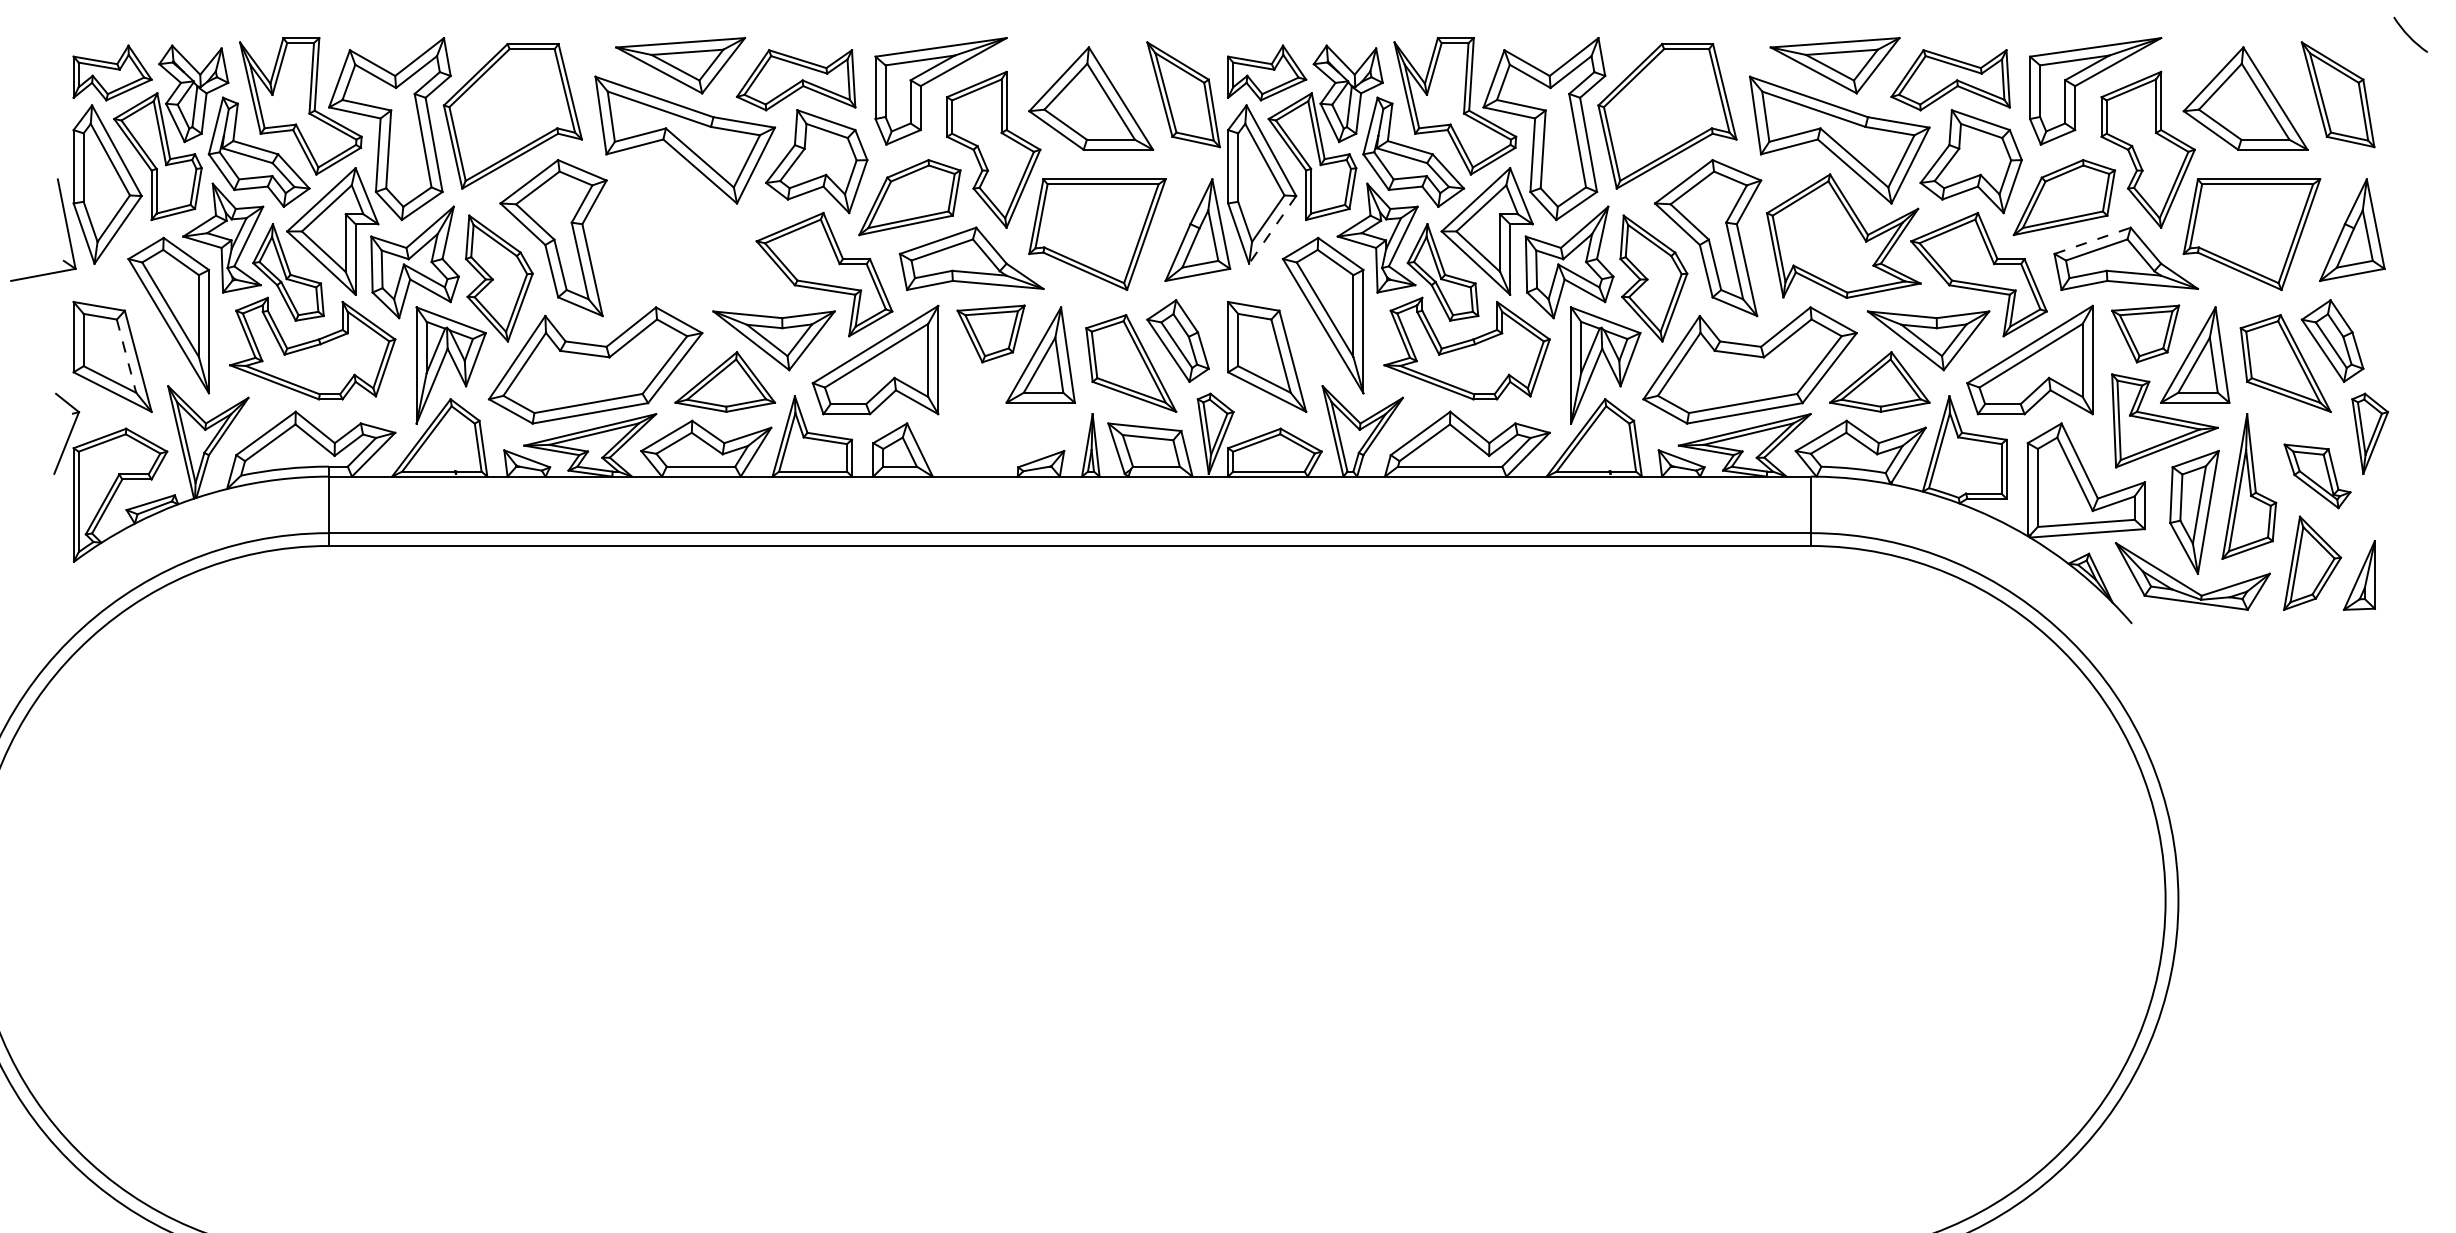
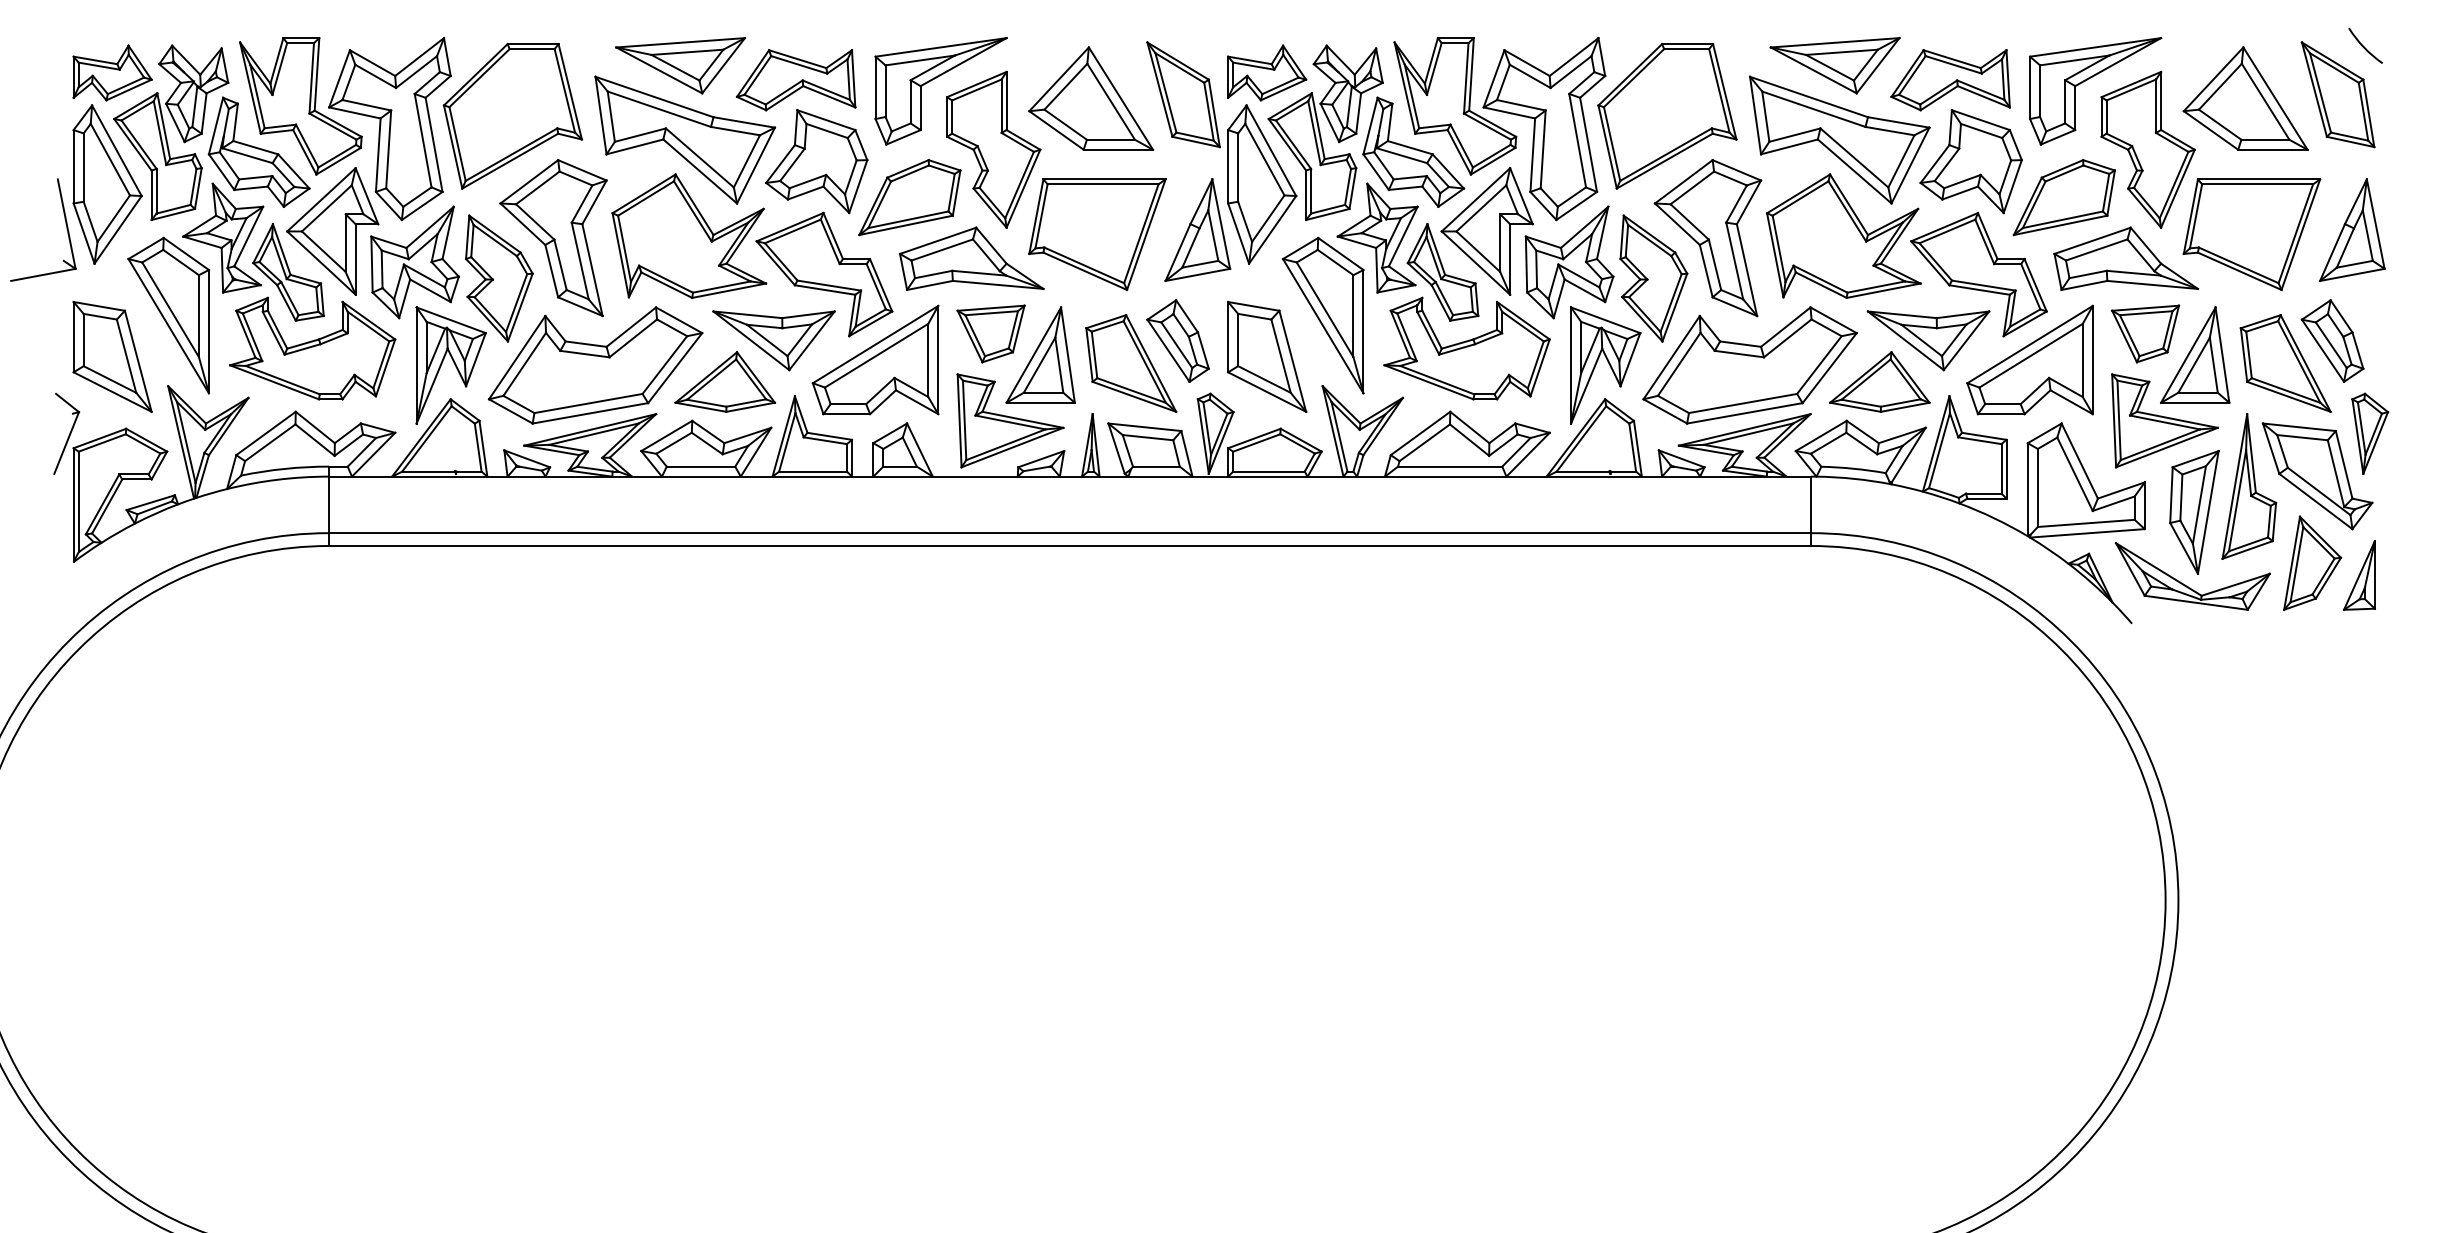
arc at (2409, 35) position: (2409, 35) -> (2364, 46)
line at (1272, 230): dashed -> solid
part at (689, 235): none -> present
line at (2093, 240): dashed -> solid
line at (126, 356): dashed -> solid
part at (1010, 420): none -> present
part at (2317, 476) size: 69x67 px -> 113x109 px
